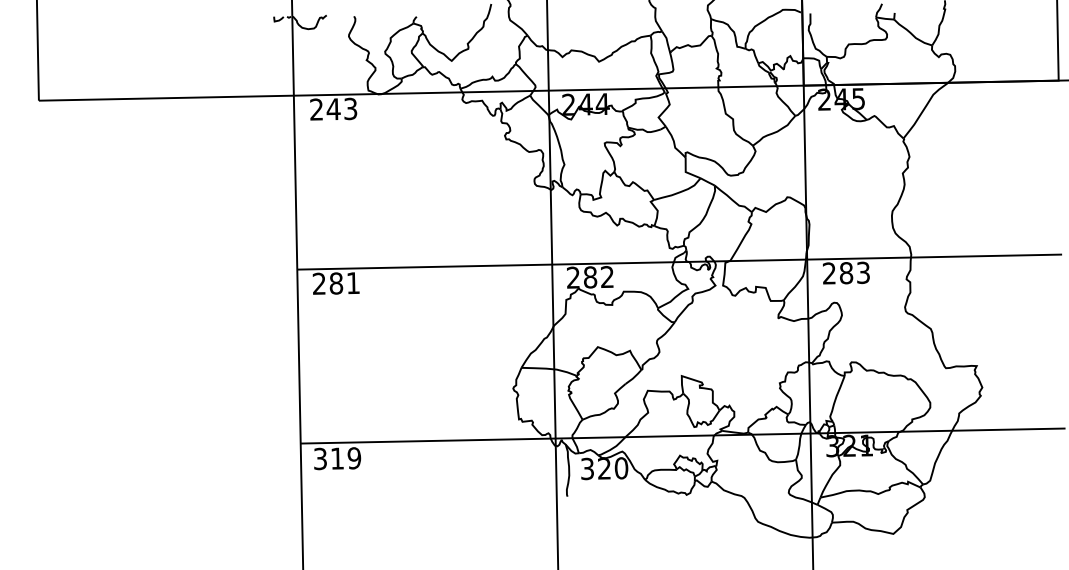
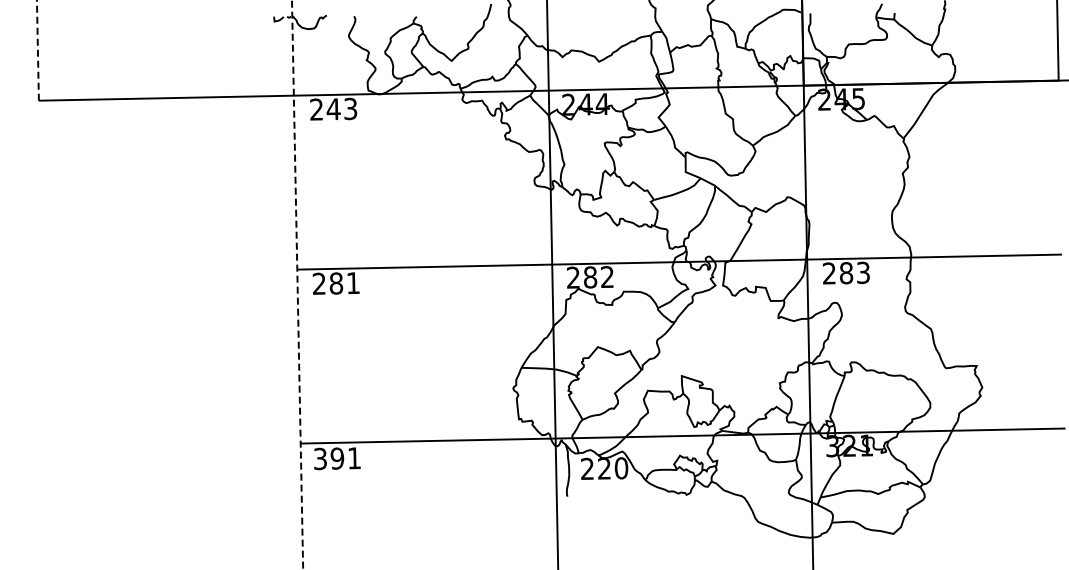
line at (37, 50): solid -> dashed
line at (297, 285): solid -> dashed
text at (345, 458): 319 -> 391
text at (587, 469): 320 -> 220
